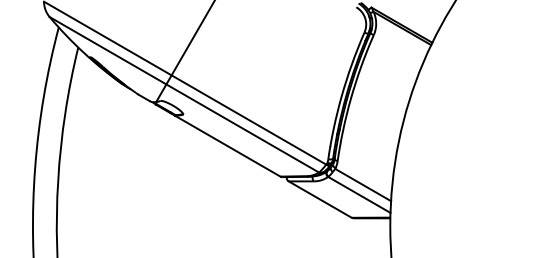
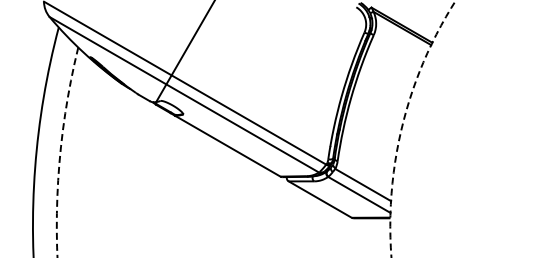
circle at (422, 128): solid -> dashed
arc at (60, 152): solid -> dashed
